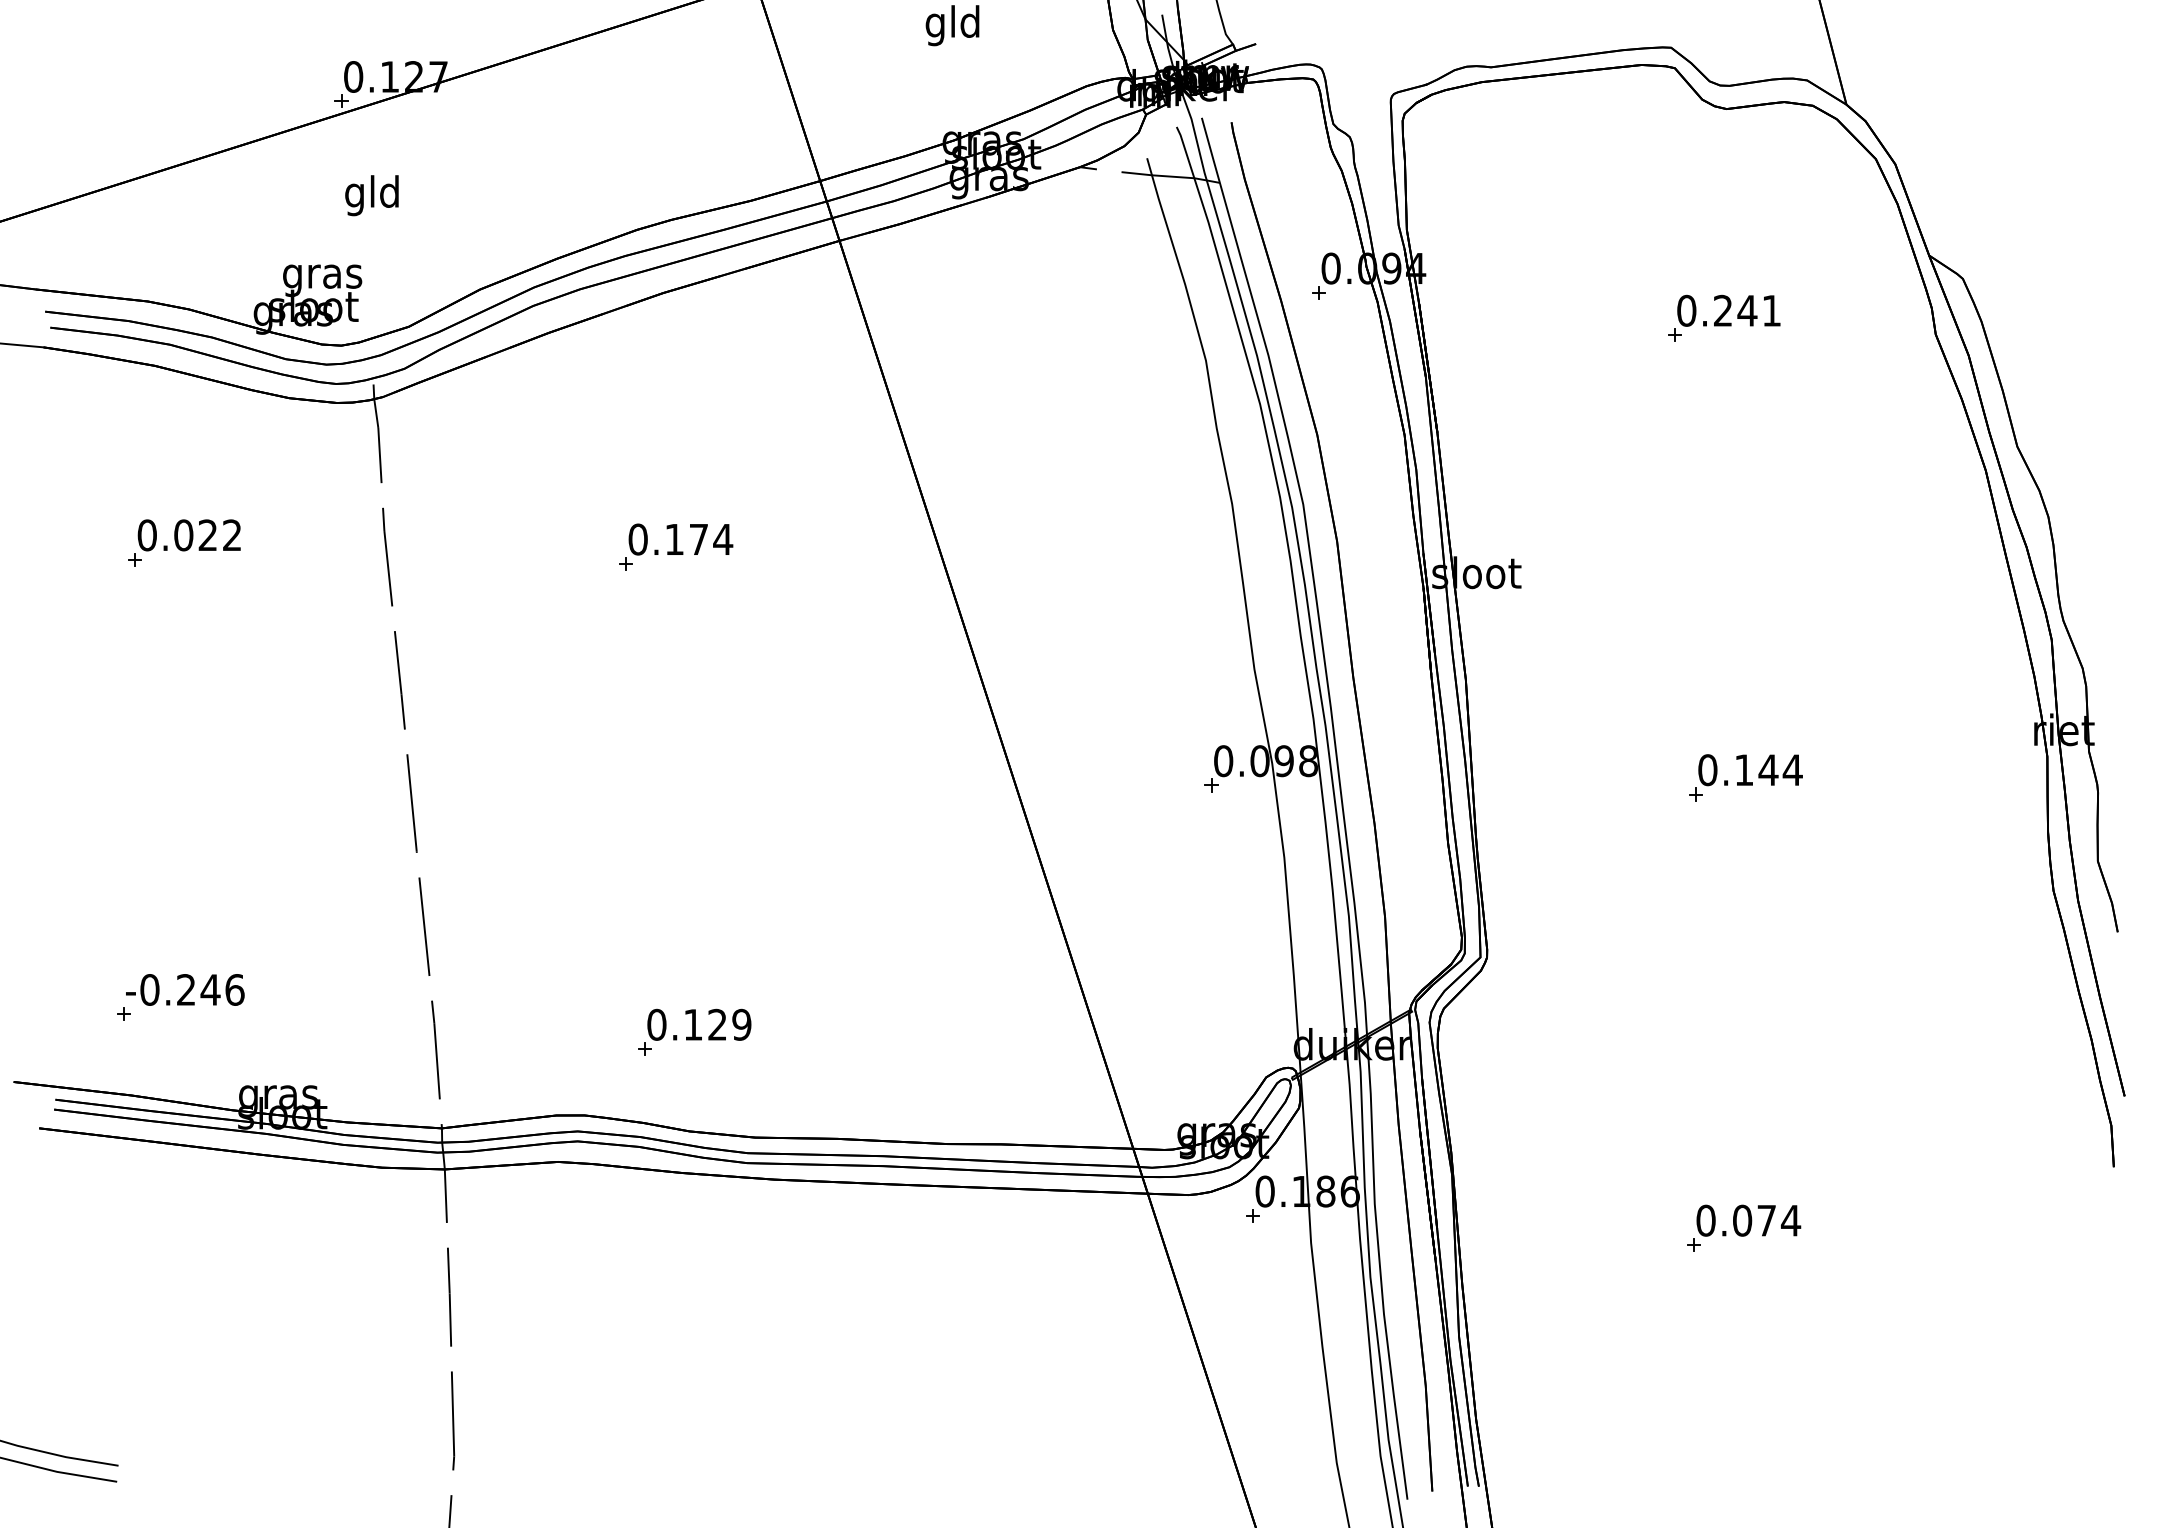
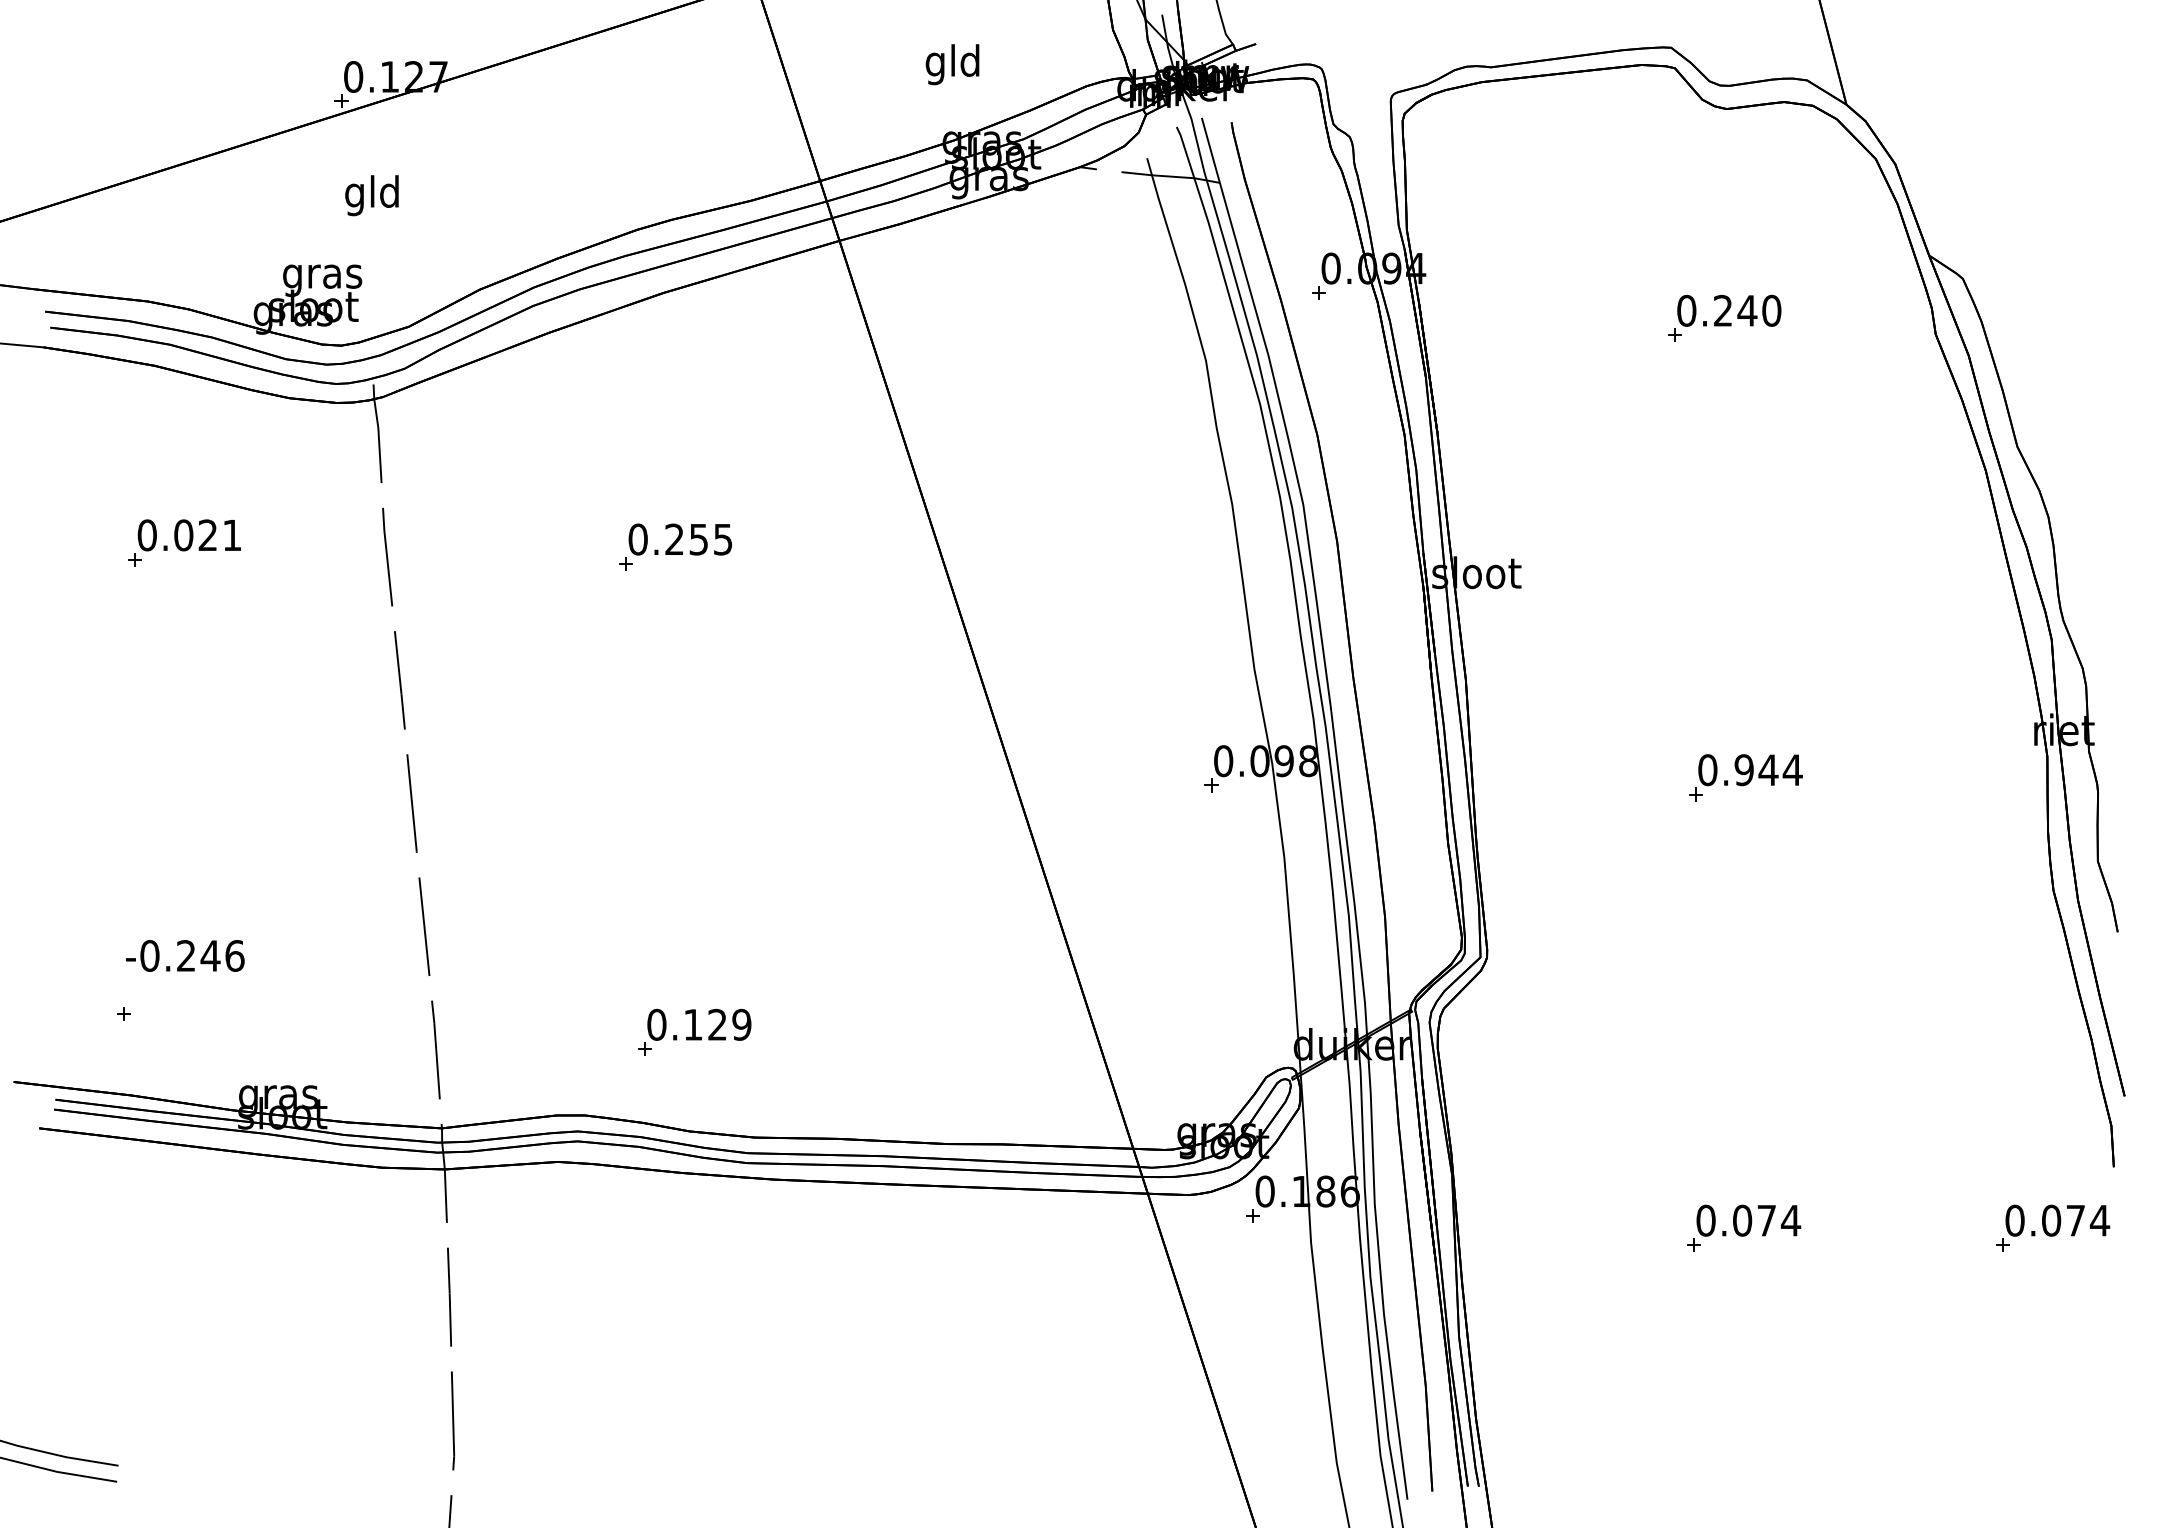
text at (952, 25) position: (952, 25) -> (952, 64)
text at (1771, 310): 0.241 -> 0.240
text at (231, 534): 0.022 -> 0.021
text at (699, 539): 0.174 -> 0.255
text at (1743, 770): 0.144 -> 0.944
text at (185, 989) position: (185, 989) -> (185, 955)
part at (2053, 1227): none -> present
